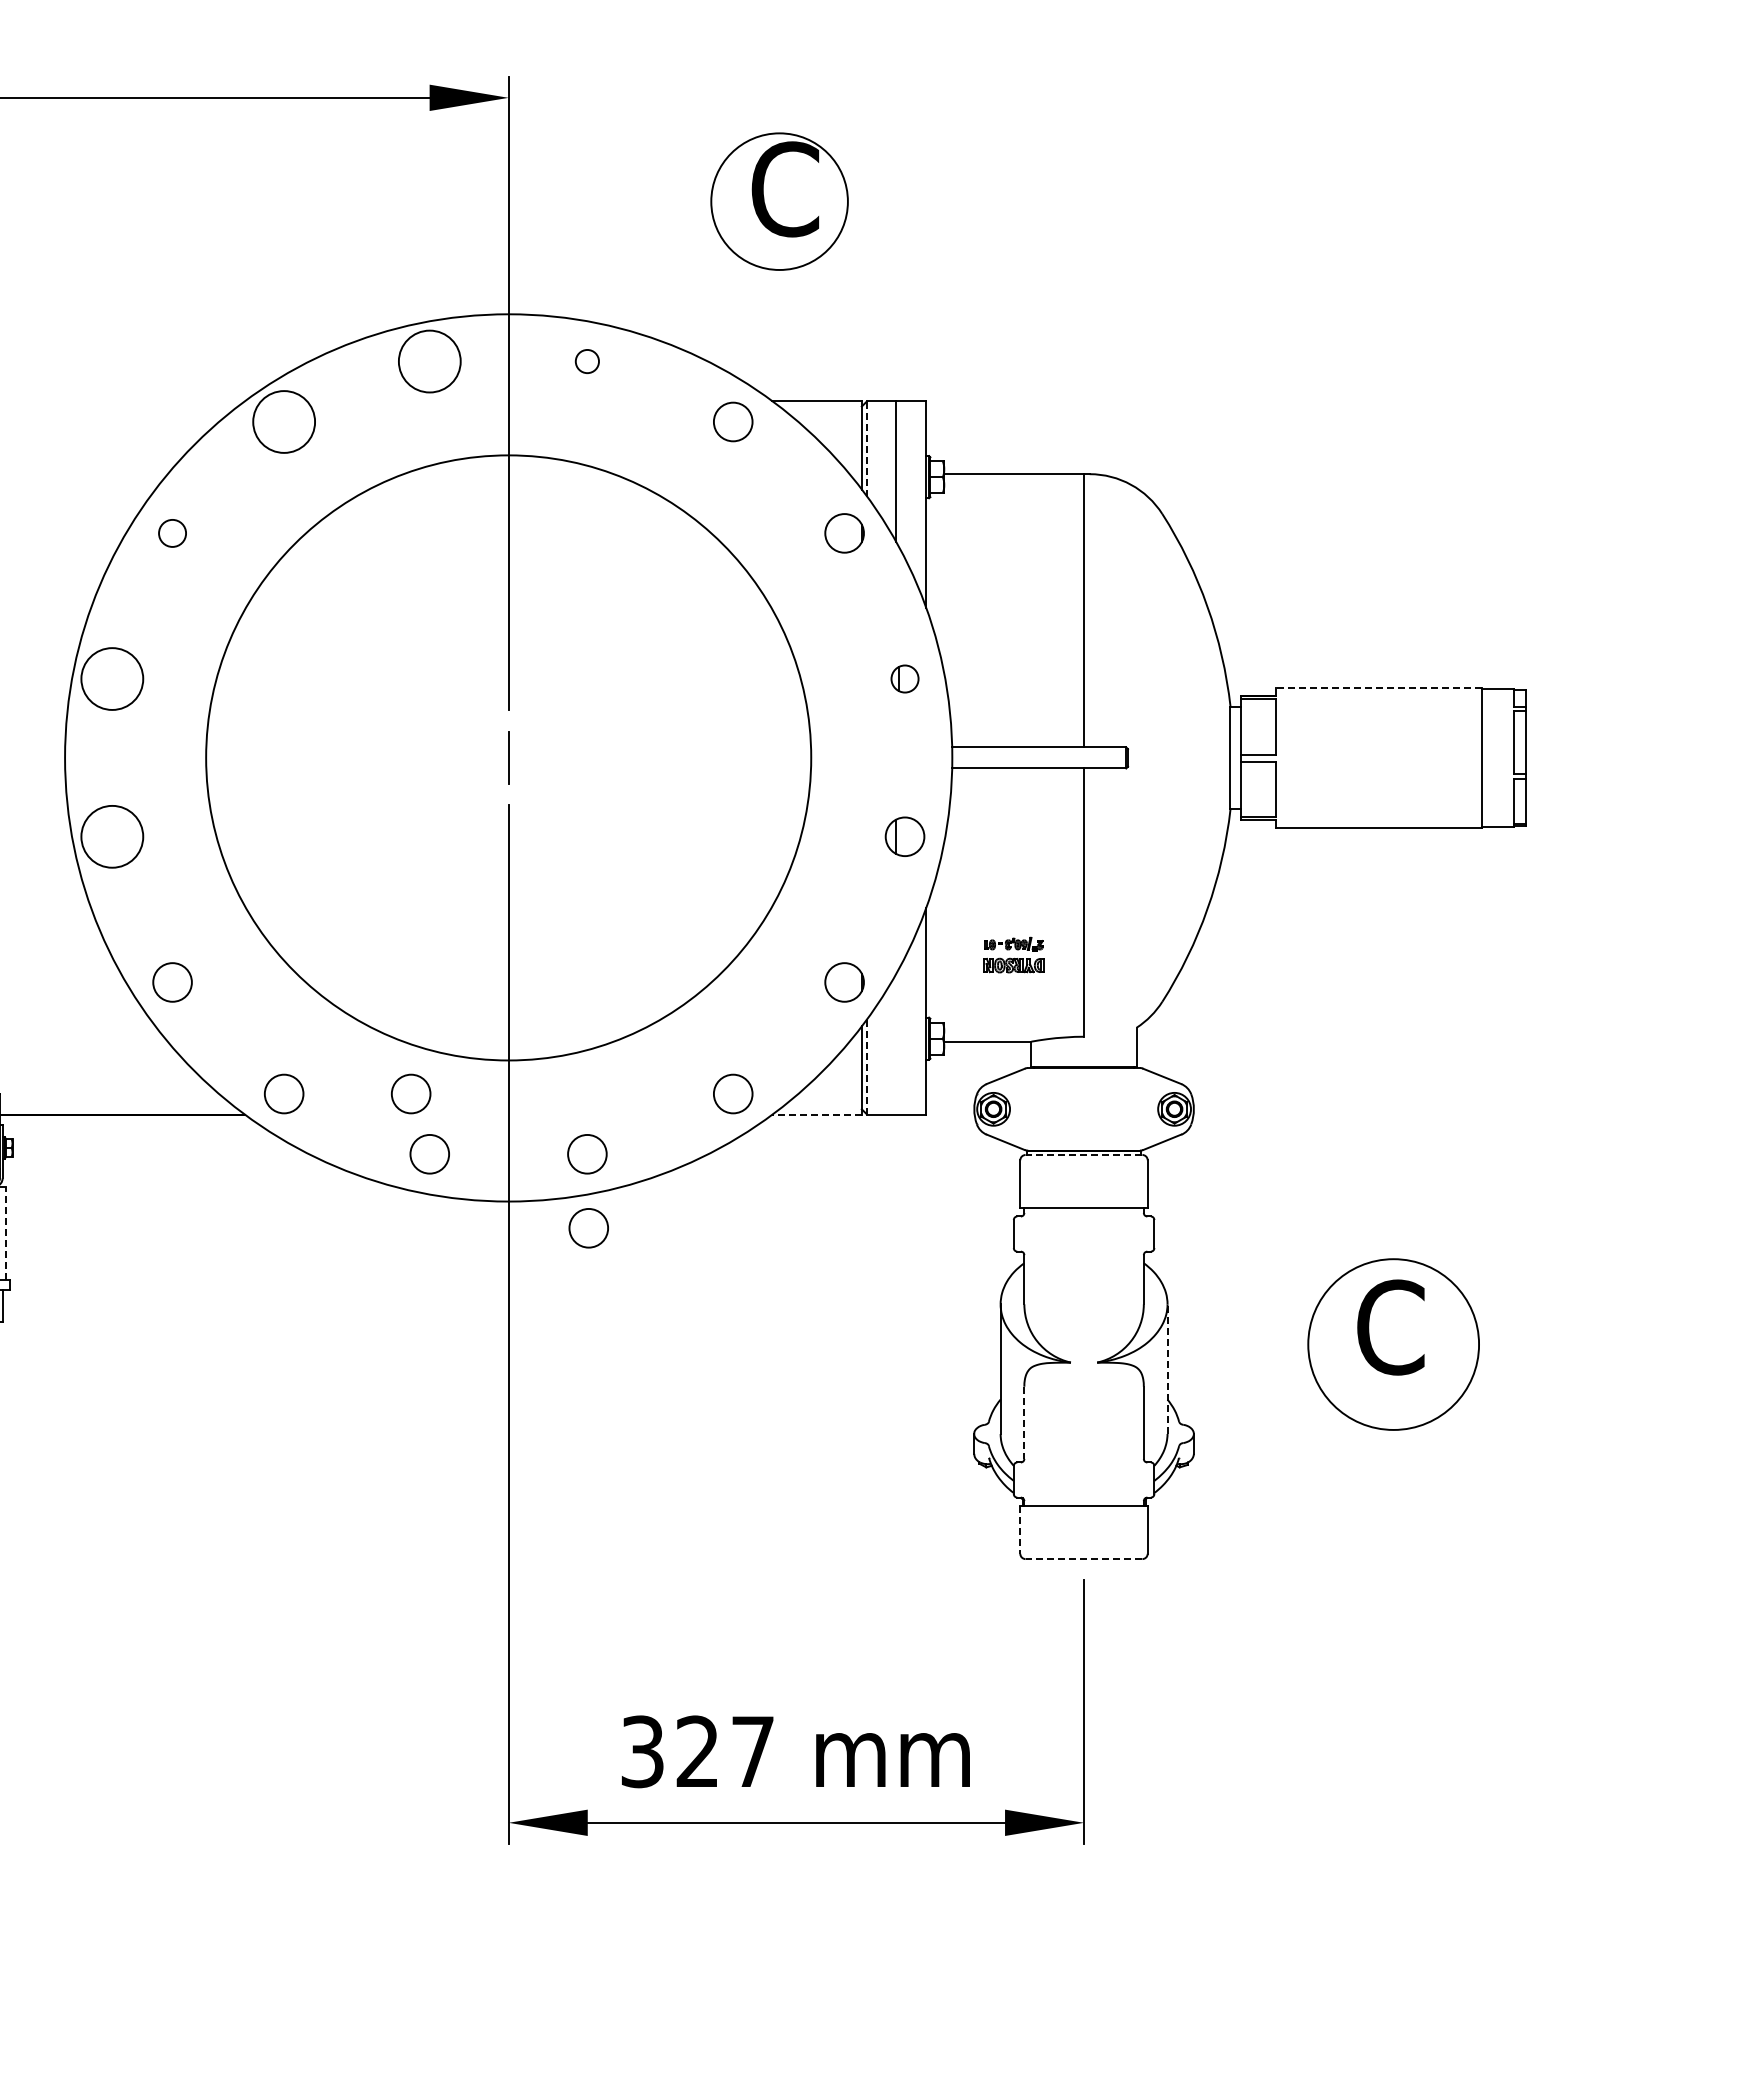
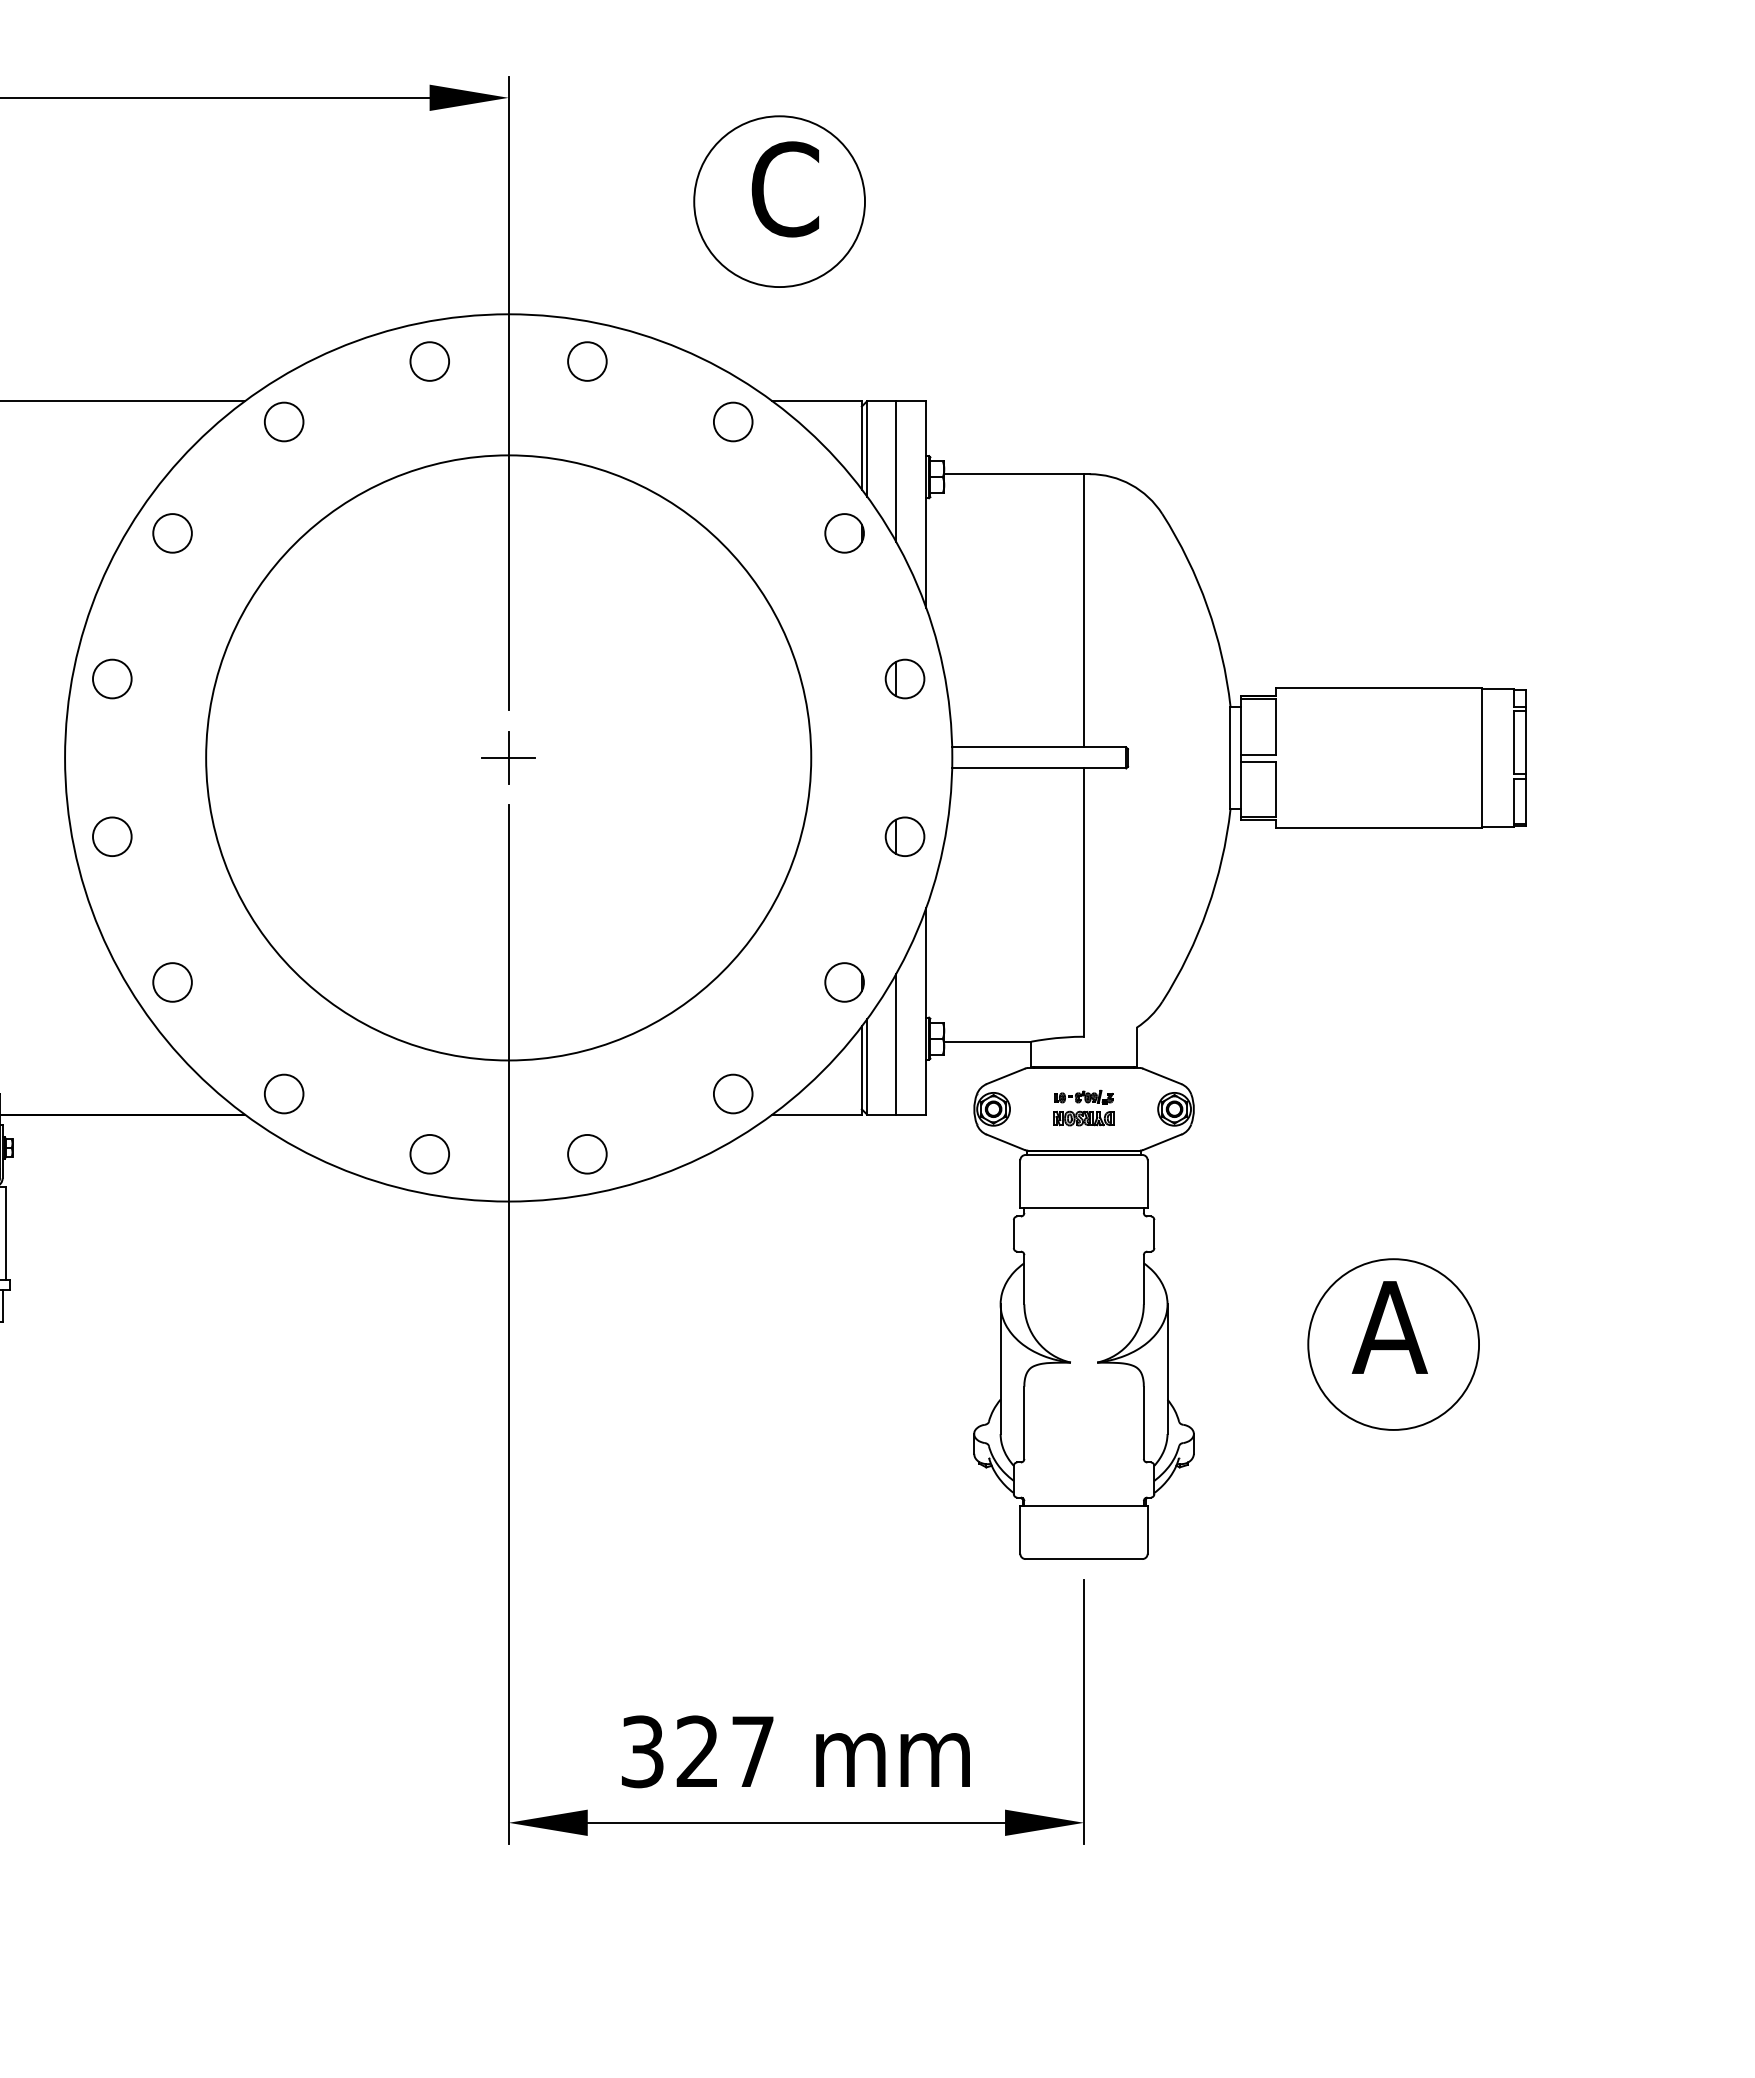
circle at (779, 201) diameter: 137 px -> 171 px
circle at (429, 361) diameter: 62 px -> 39 px
circle at (587, 361) diameter: 23 px -> 39 px
line at (123, 401): none -> present
circle at (284, 421) diameter: 62 px -> 39 px
line at (867, 448): dashed -> solid
circle at (172, 533) size: 29x29 px -> 41x41 px
circle at (112, 678) diameter: 62 px -> 39 px
part at (904, 678) size: 30x30 px -> 42x42 px
line at (1378, 688): dashed -> solid
line at (508, 757): none -> present
circle at (112, 836) diameter: 62 px -> 39 px
part at (1013, 954) position: (1013, 954) -> (1083, 1107)
line at (896, 1043): none -> present
line at (867, 1066): dashed -> solid
circle at (411, 1093): present -> none
line at (817, 1114): dashed -> solid
line at (1083, 1155): dashed -> solid
circle at (588, 1228): present -> none
line at (6, 1233): dashed -> solid
text at (1389, 1327): C -> A
line at (1167, 1369): dashed -> solid
line at (1024, 1423): dashed -> solid
line at (1020, 1530): dashed -> solid
line at (1083, 1559): dashed -> solid
